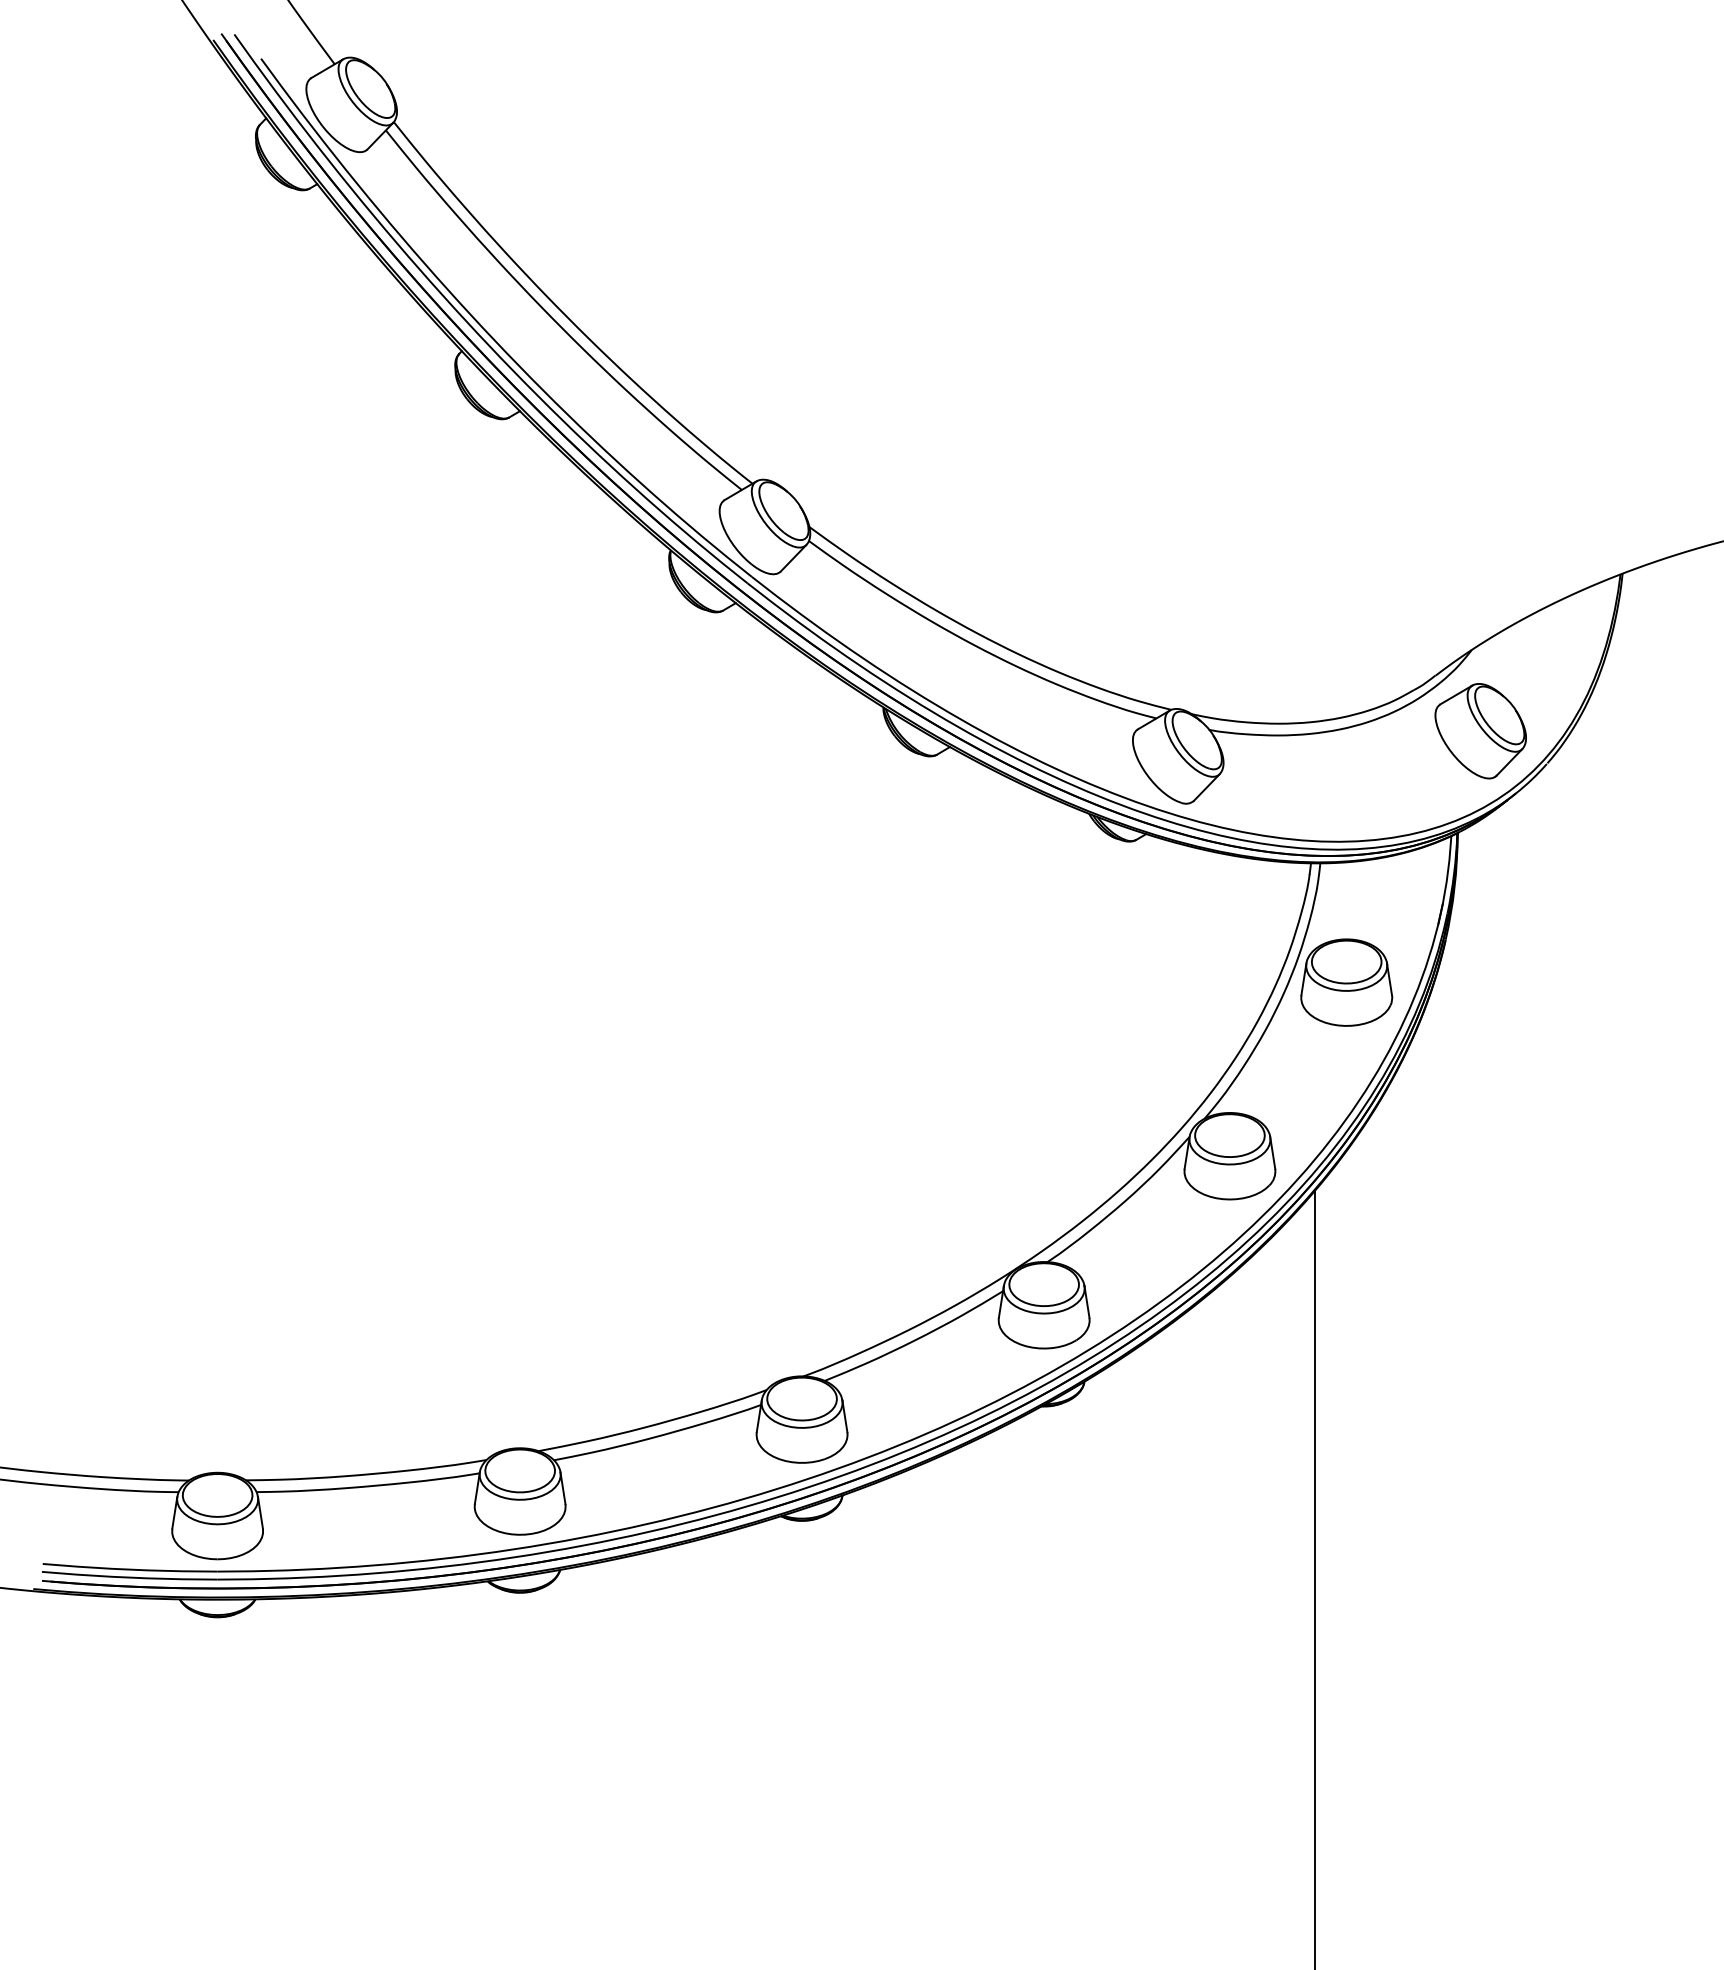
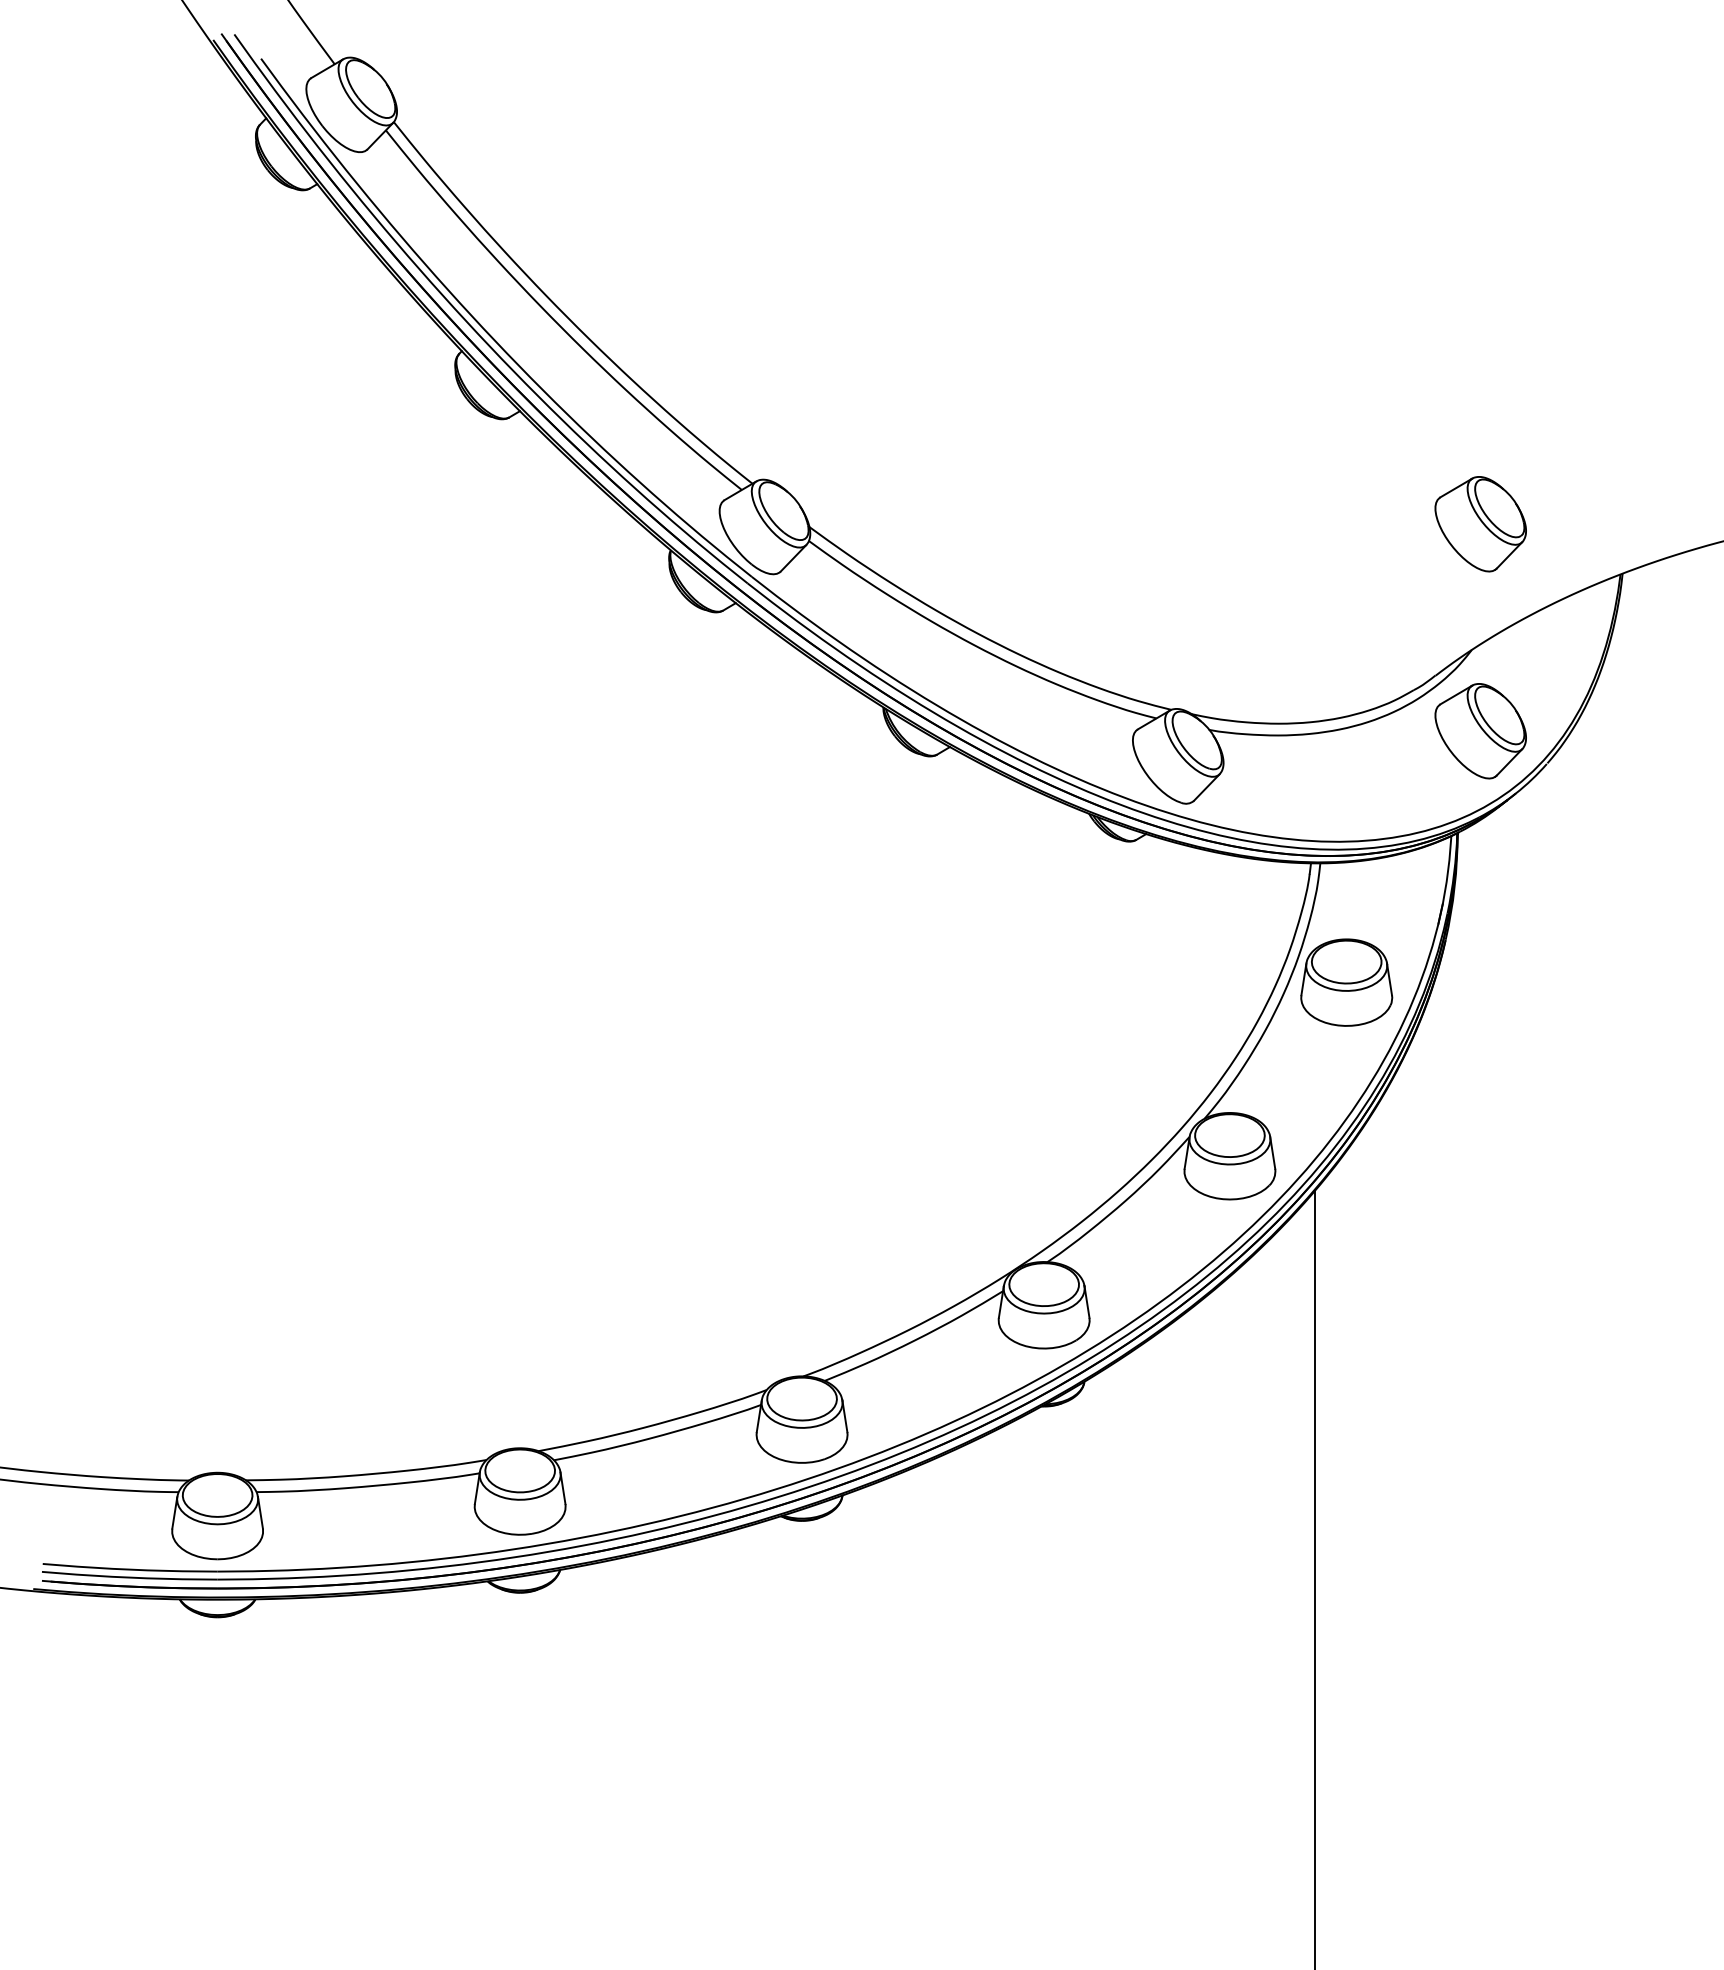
part at (1480, 524): none -> present
